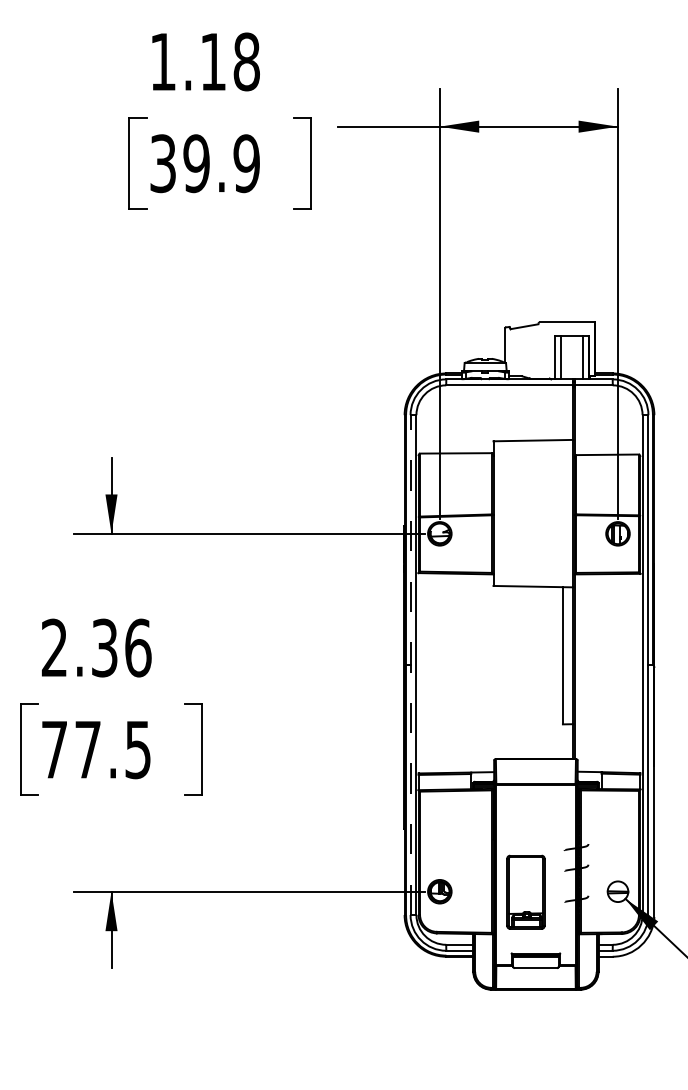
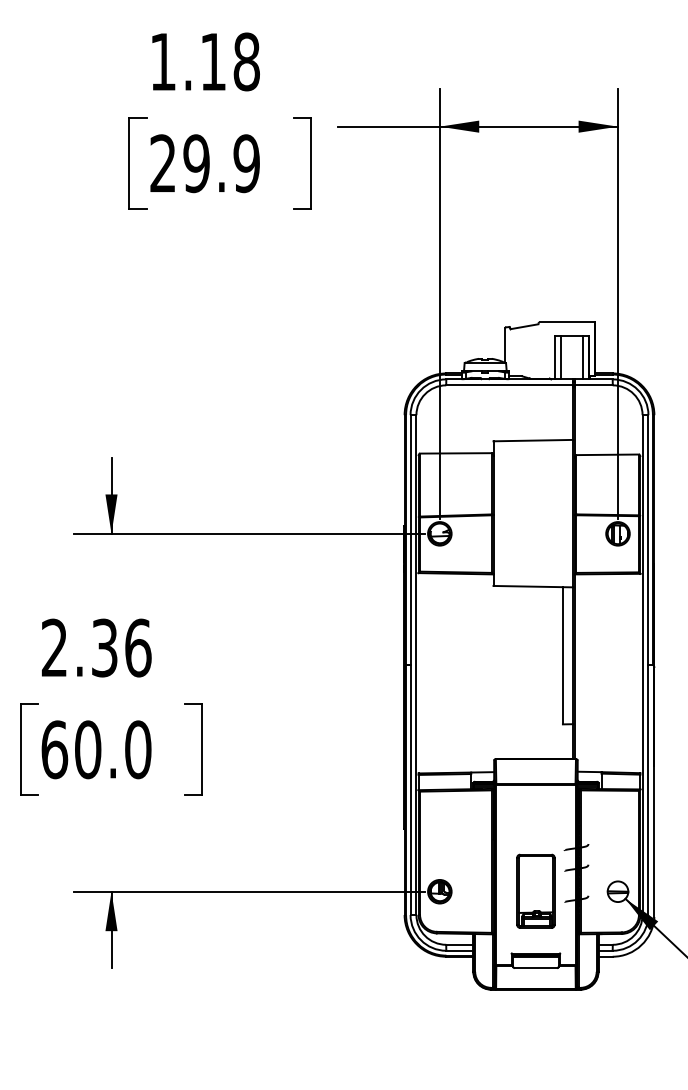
text at (162, 163): 39.9 -> 29.9
line at (410, 665): dashed -> solid
text at (96, 749): 77.5 -> 60.0
part at (525, 891) position: (525, 891) -> (535, 890)
